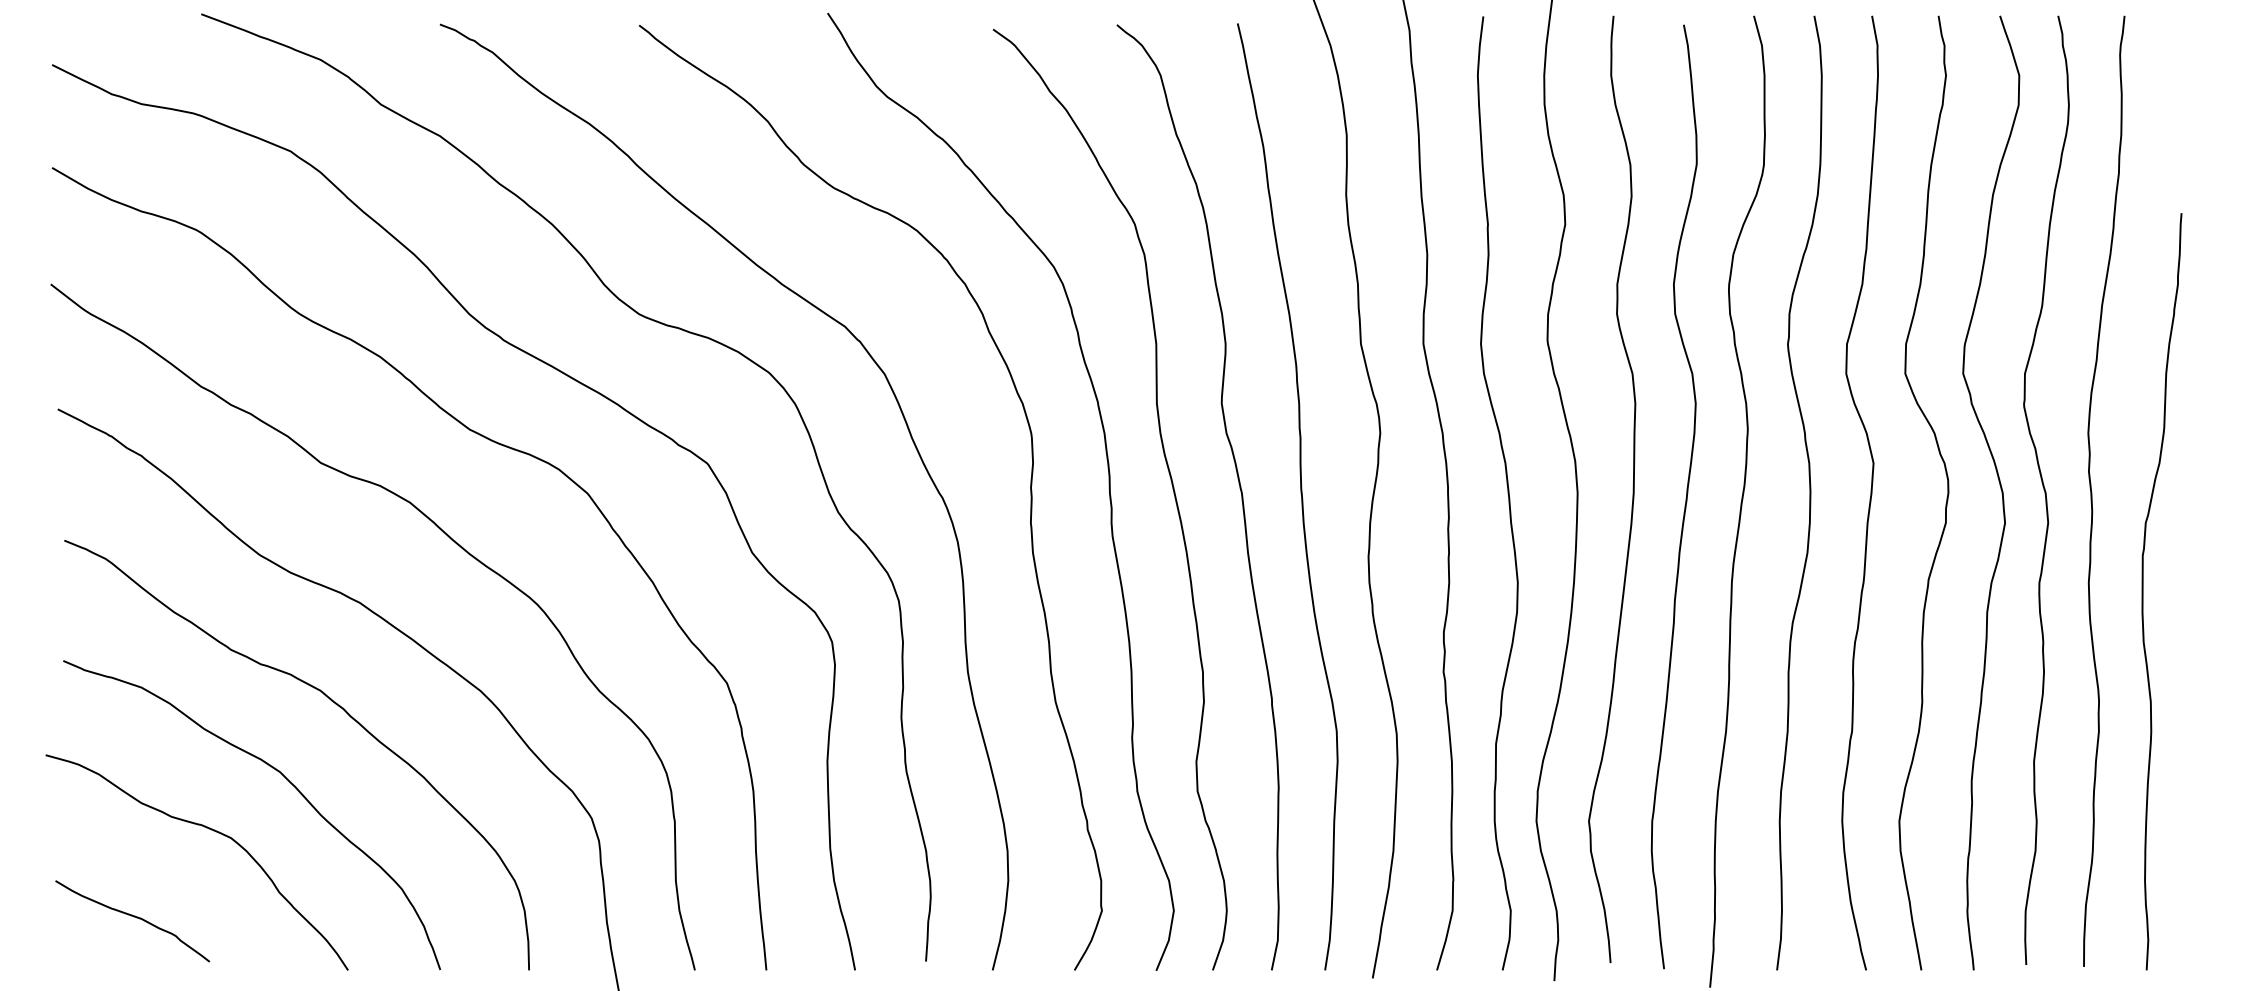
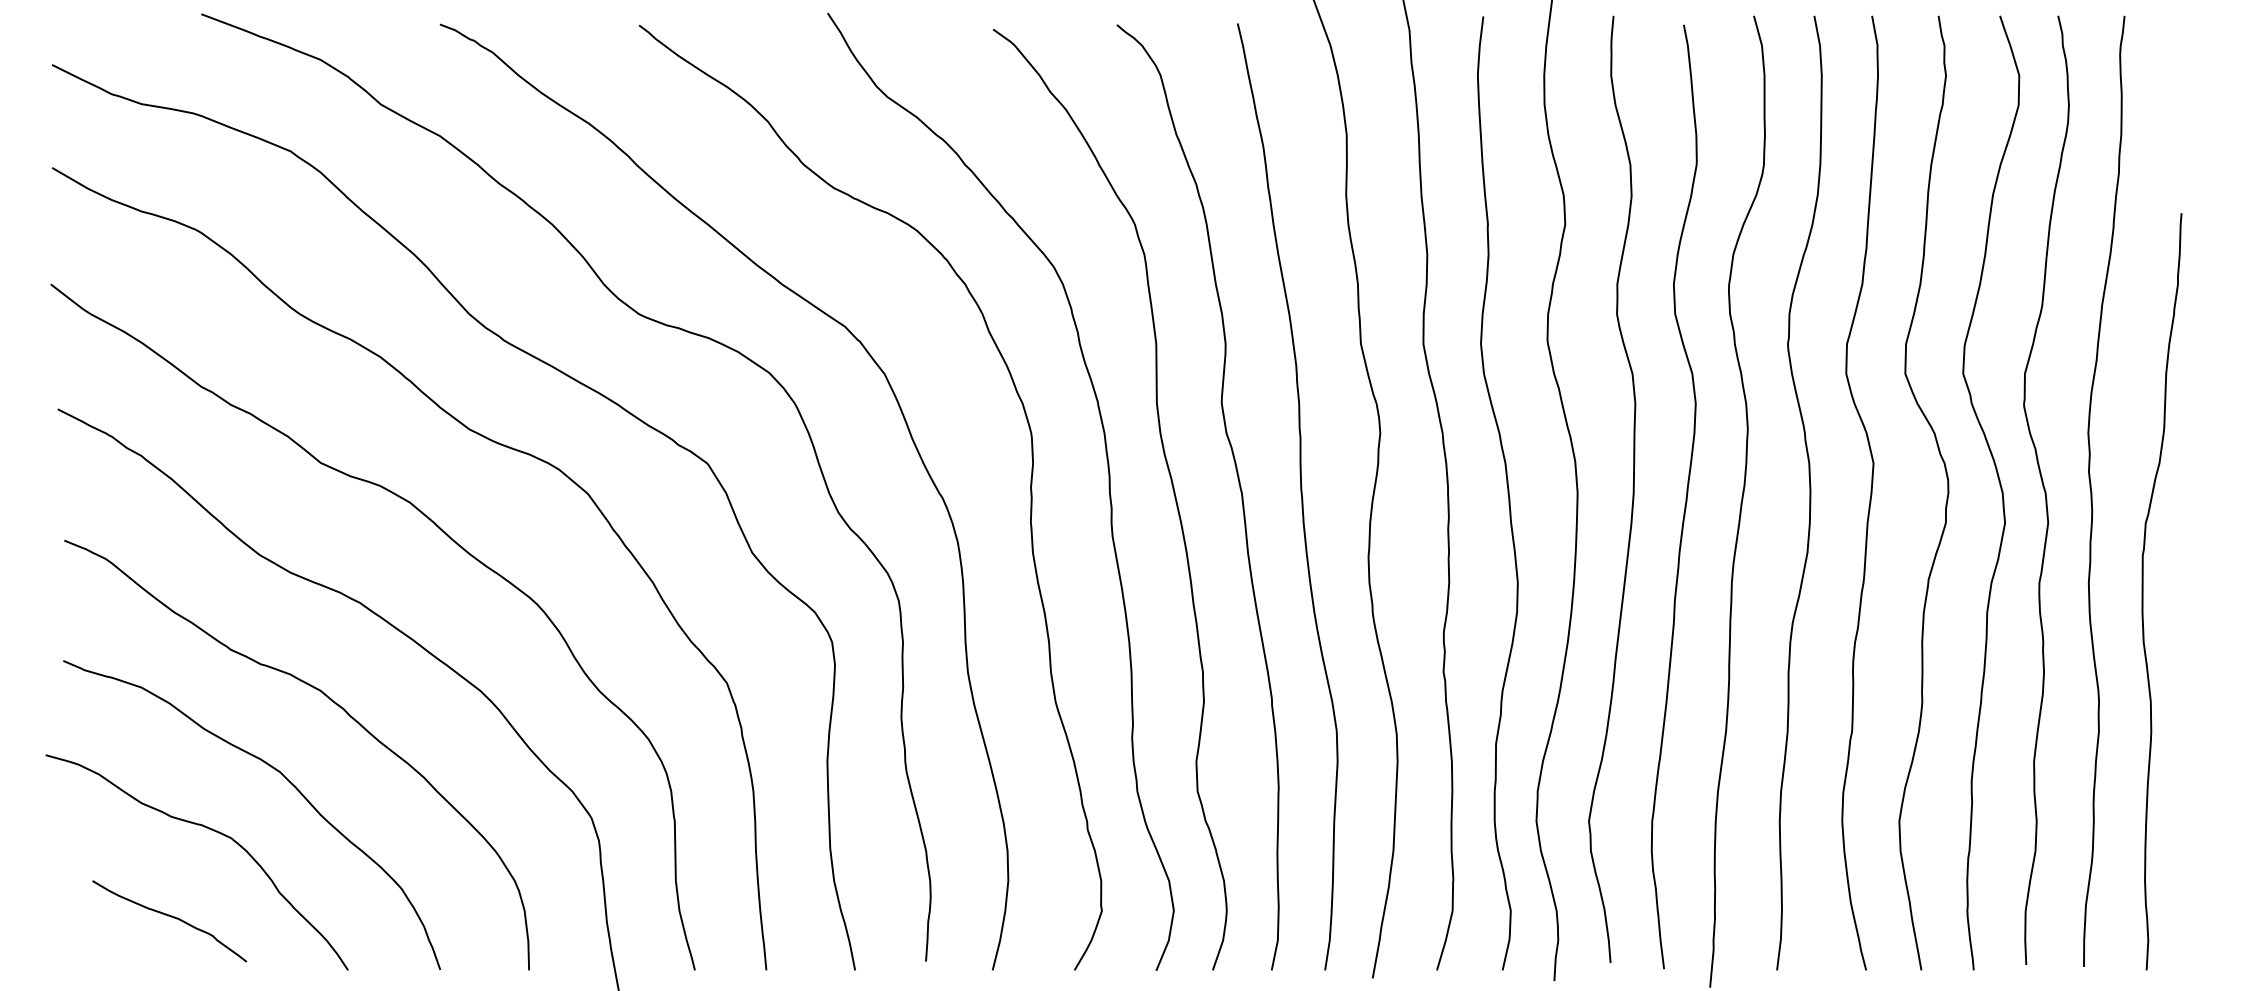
curve at (133, 917) position: (133, 917) -> (170, 917)
